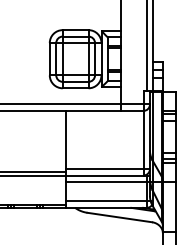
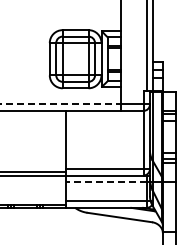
line at (61, 104): solid -> dashed
line at (105, 182): solid -> dashed
